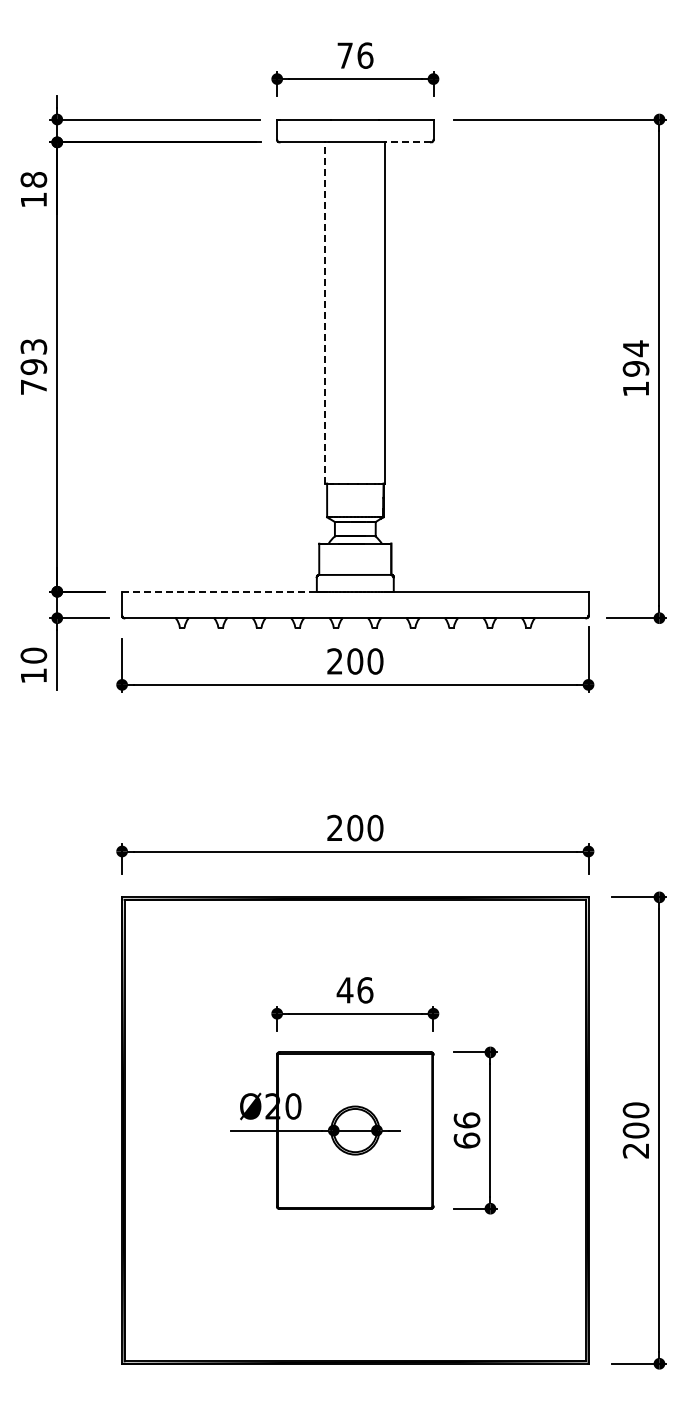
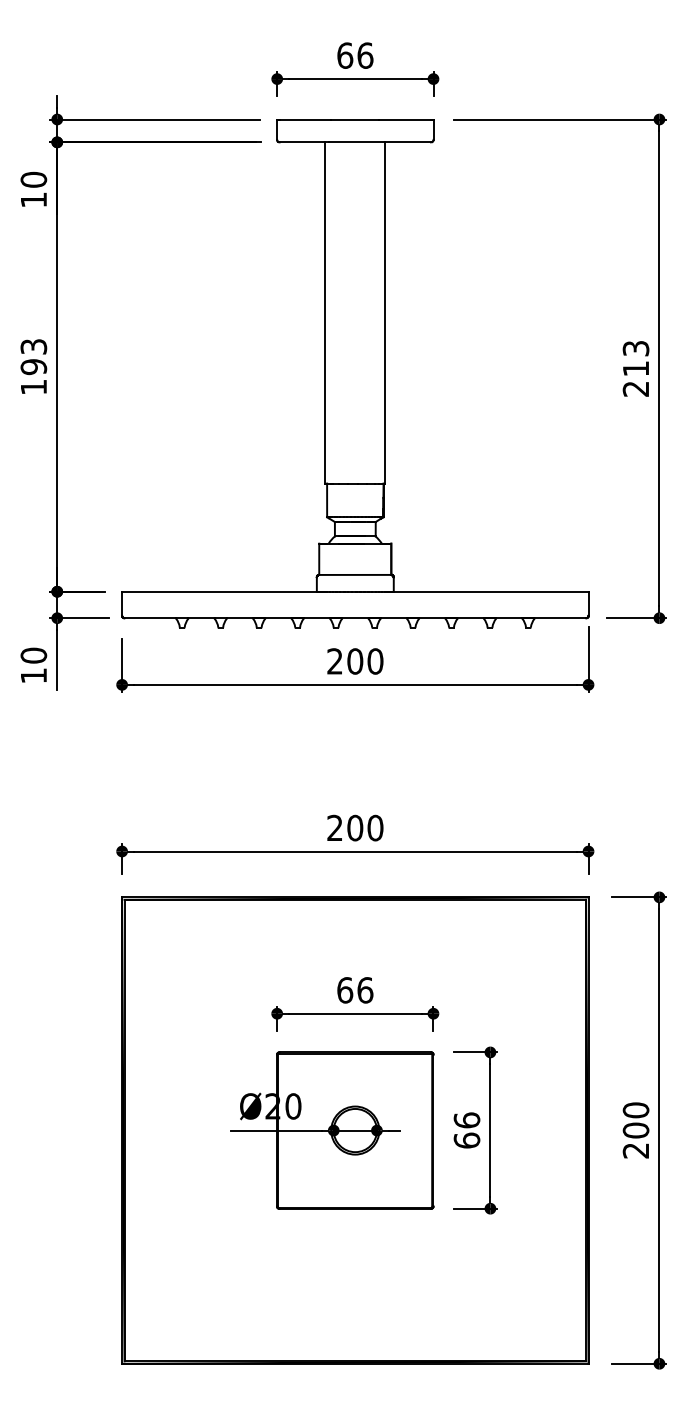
text at (345, 55): 76 -> 66
line at (408, 142): dashed -> solid
text at (33, 179): 18 -> 10
line at (325, 313): dashed -> solid
text at (635, 368): 194 -> 213
text at (33, 386): 793 -> 193
line at (219, 591): dashed -> solid
text at (344, 990): 46 -> 66
